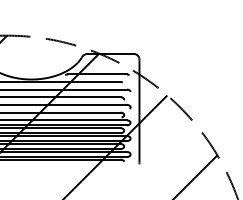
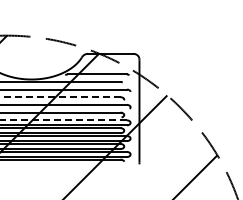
line at (60, 97): solid -> dashed
line at (62, 120): solid -> dashed
